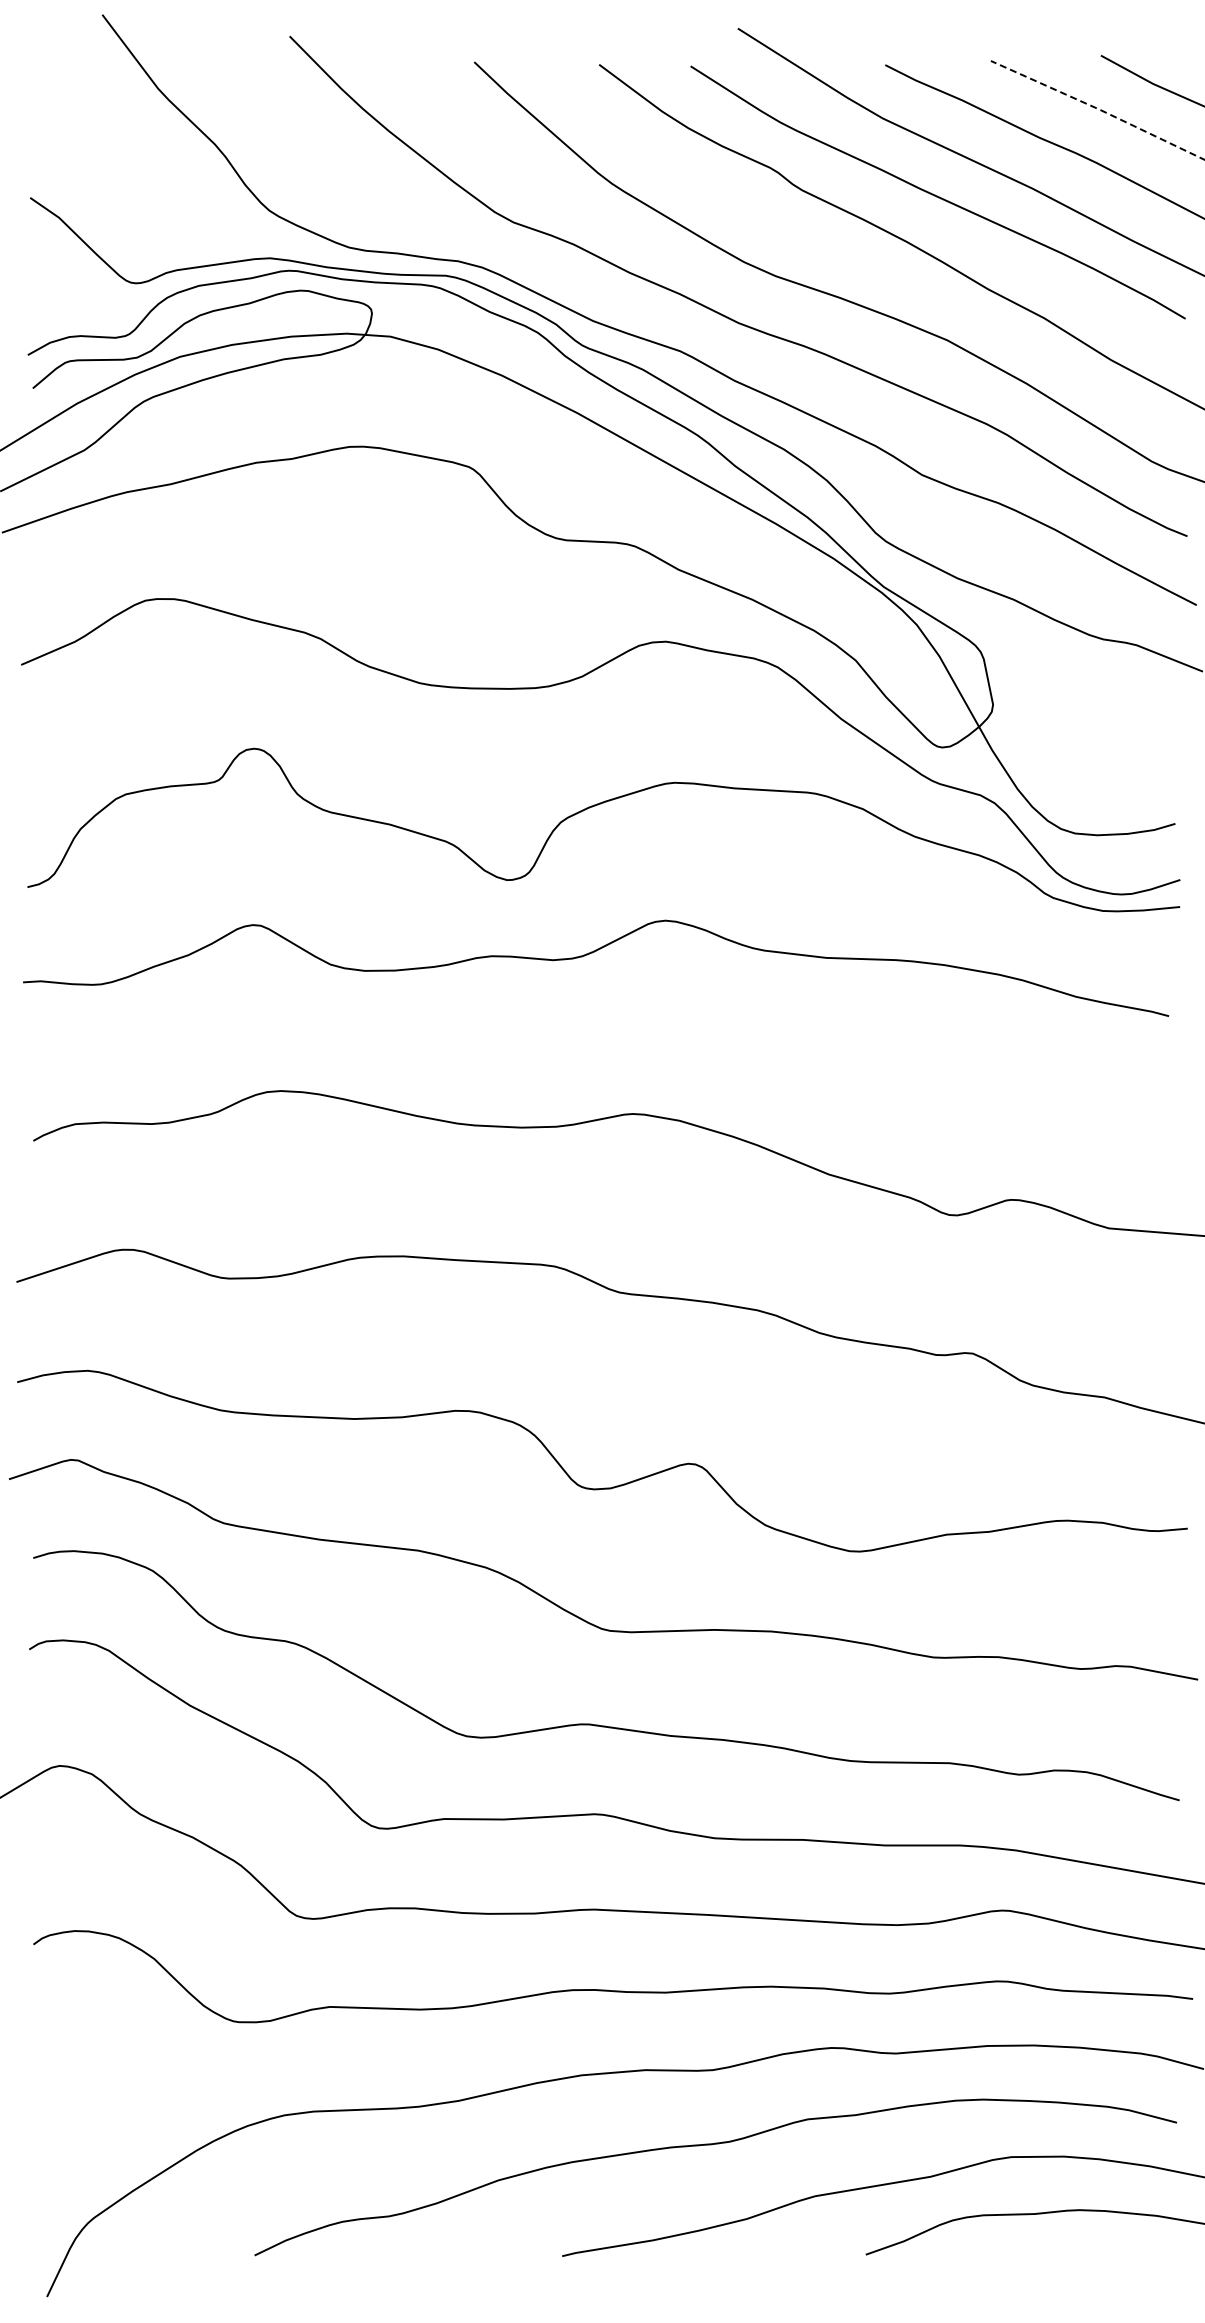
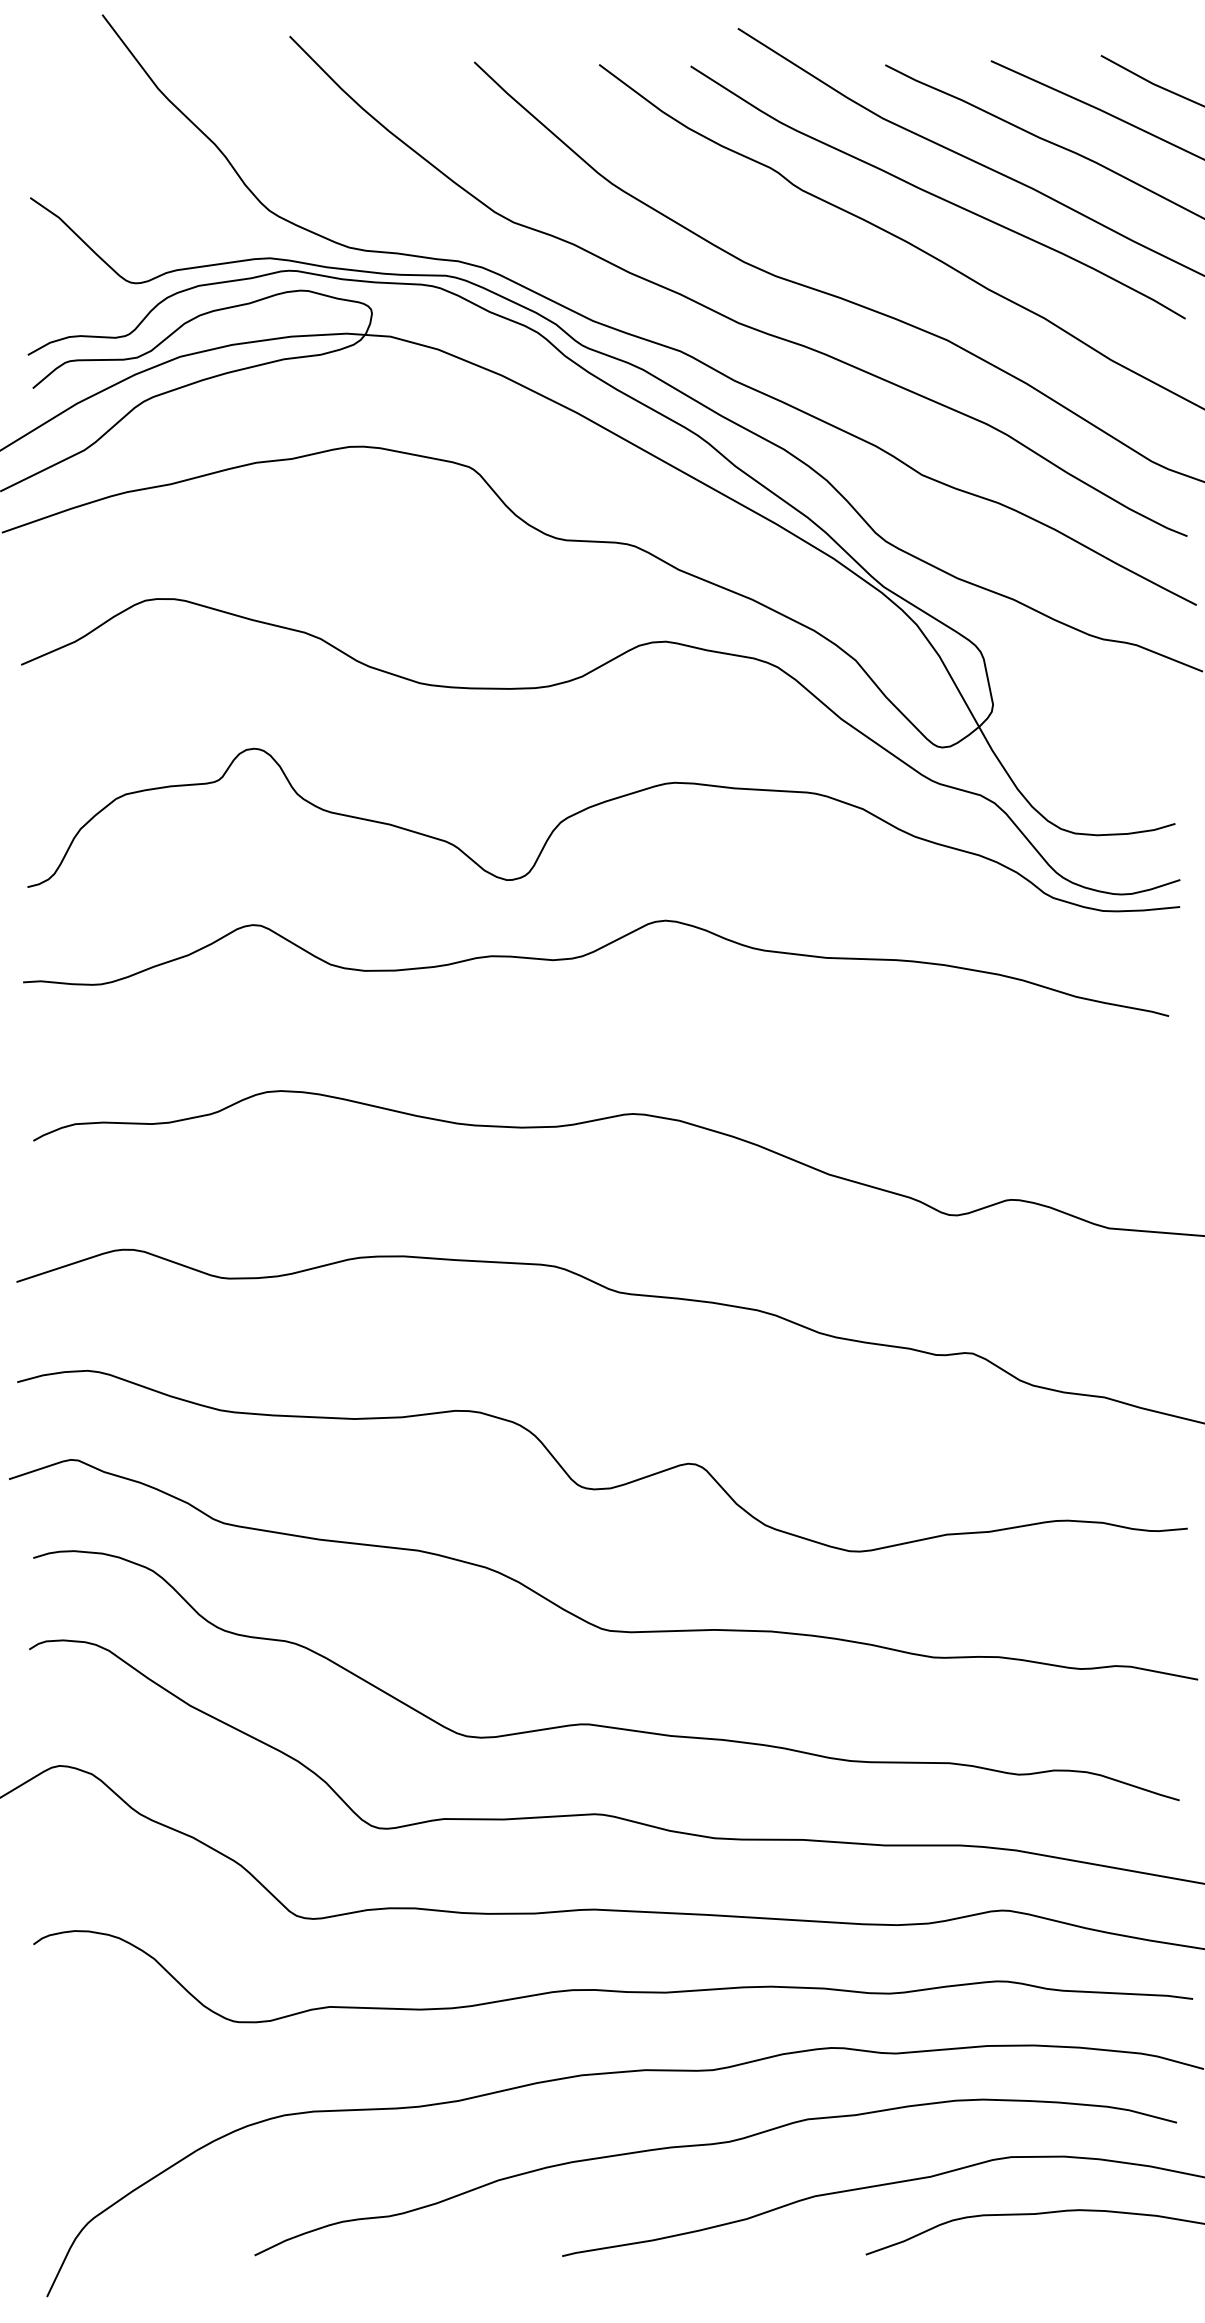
line at (1097, 108): dashed -> solid
